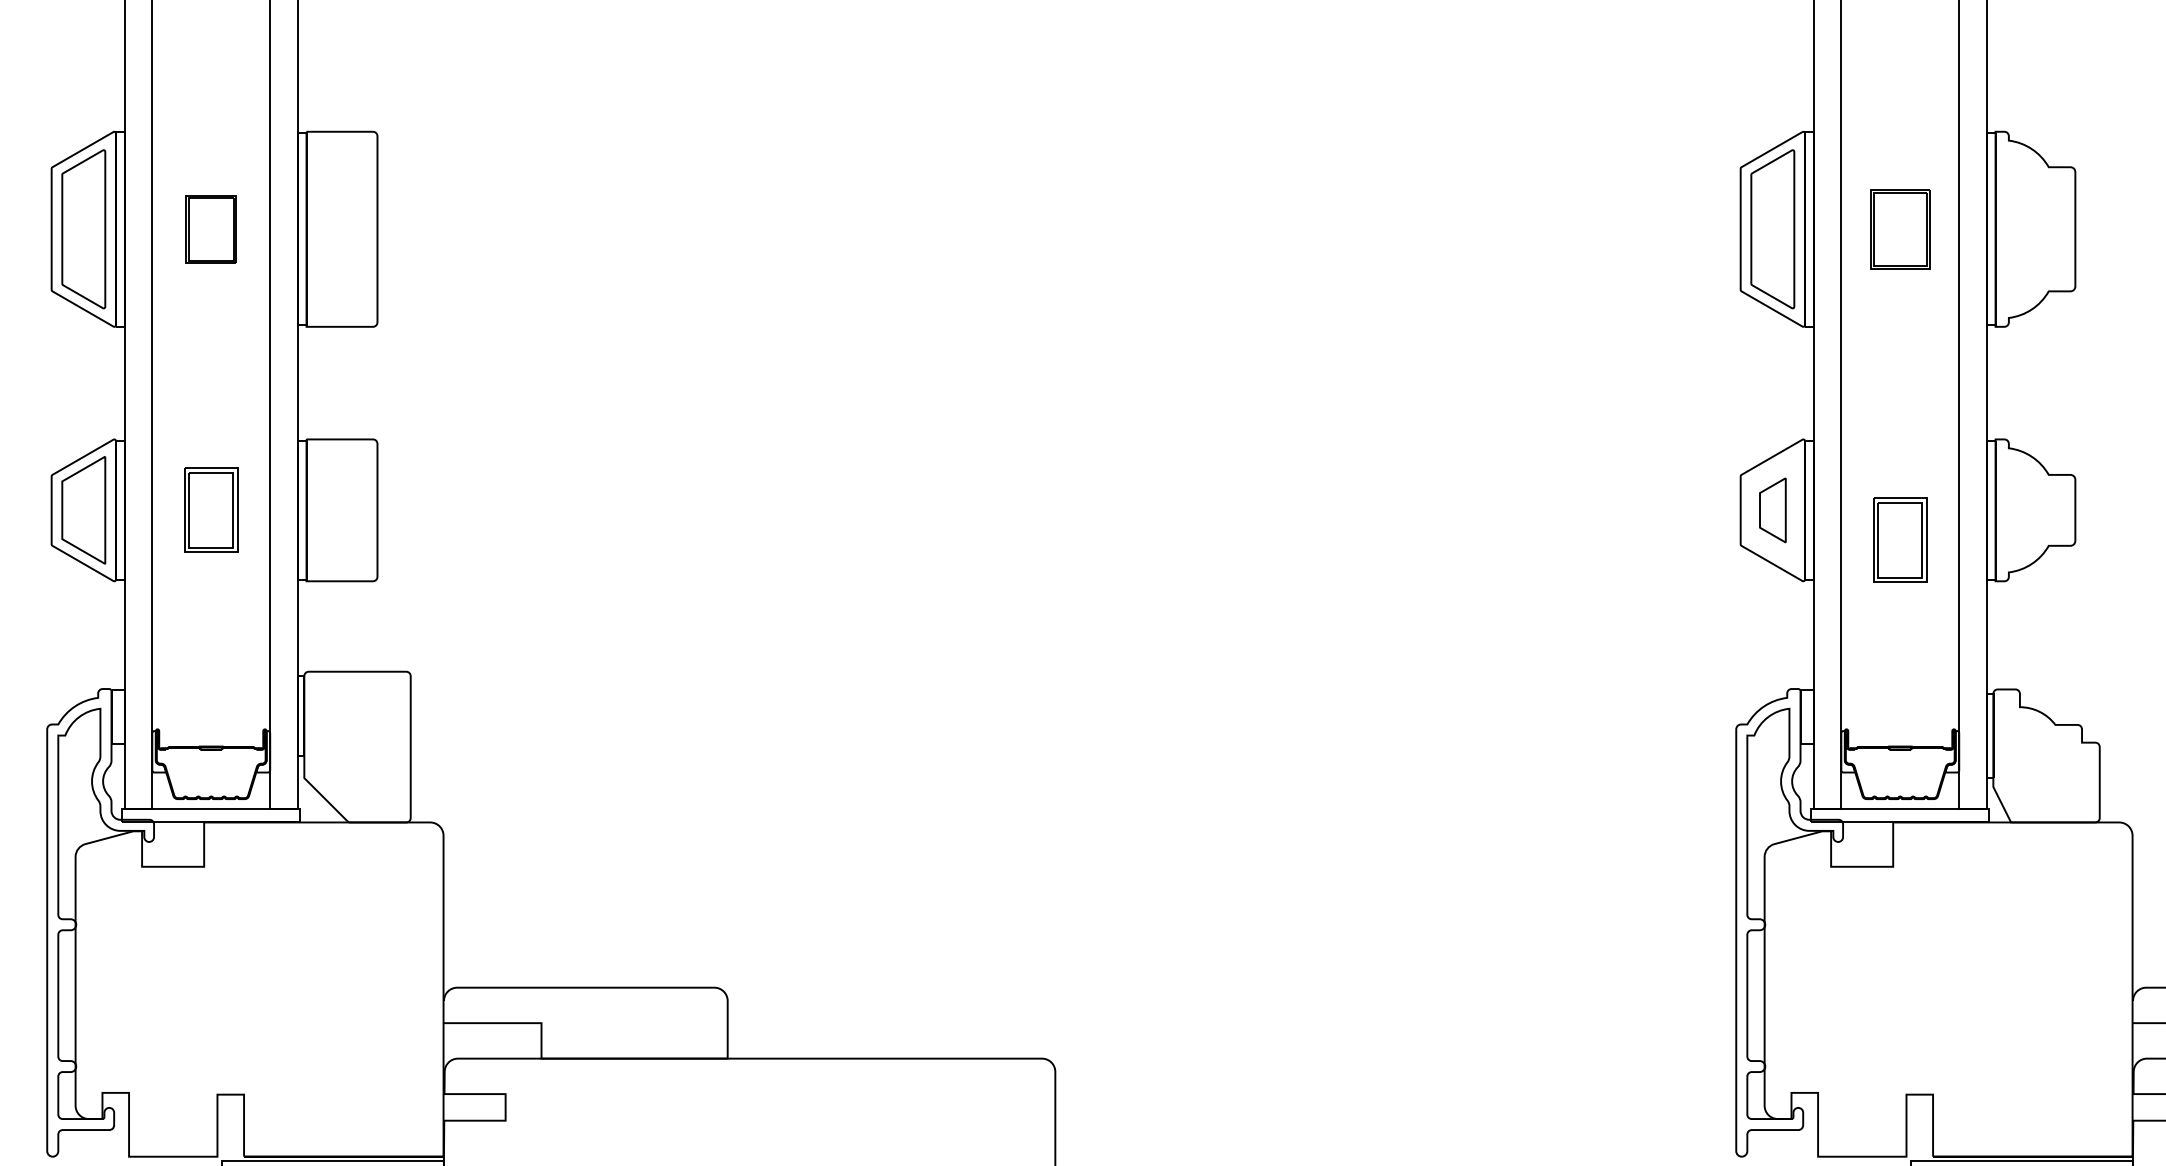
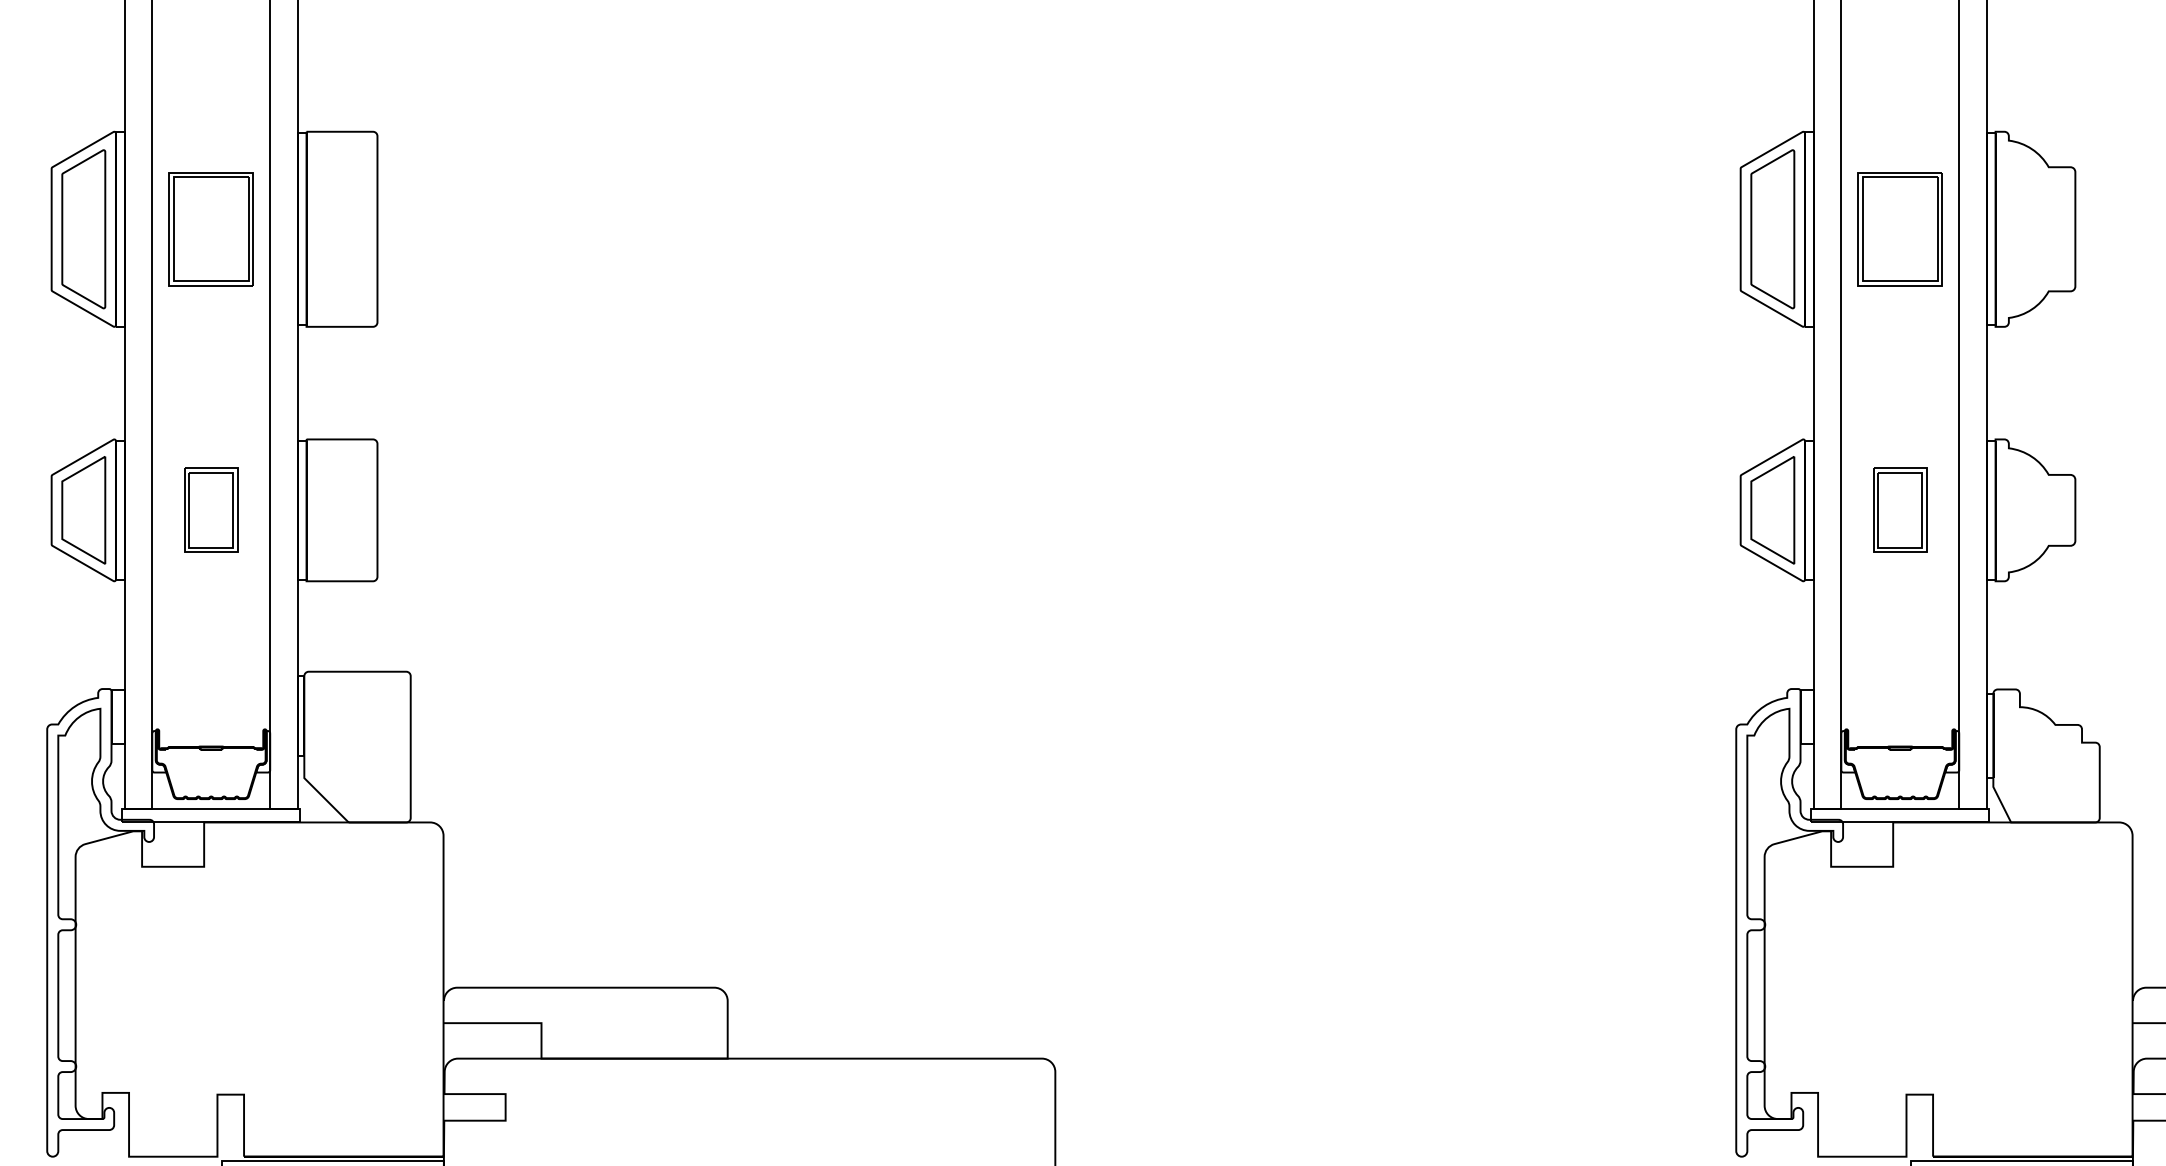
part at (210, 229) size: 52x69 px -> 86x115 px
part at (1900, 229) size: 61x81 px -> 86x115 px
part at (1772, 510) size: 28x67 px -> 46x109 px
part at (1900, 539) position: (1900, 539) -> (1900, 509)
